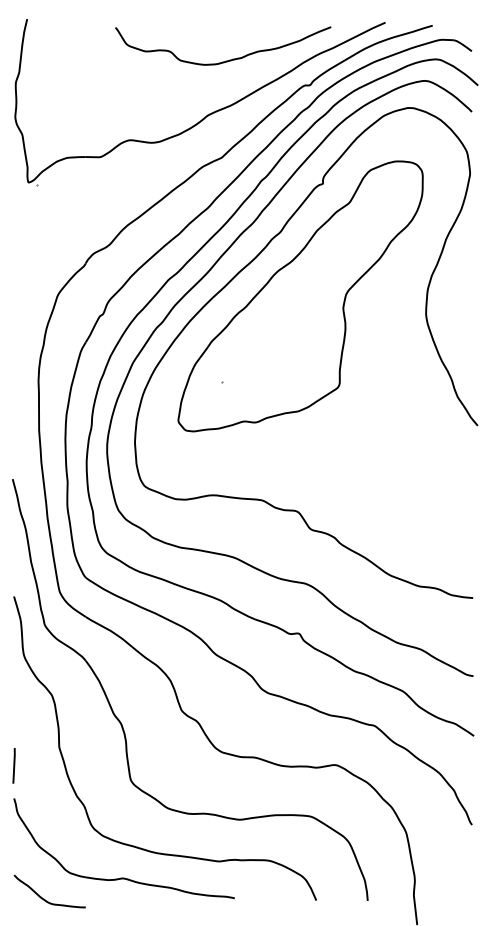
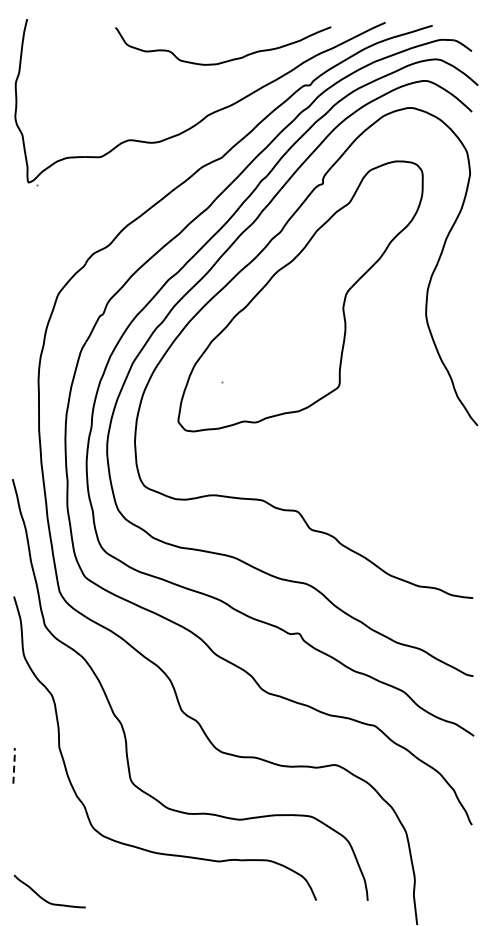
line at (14, 764): solid -> dashed
part at (123, 877): present -> none
